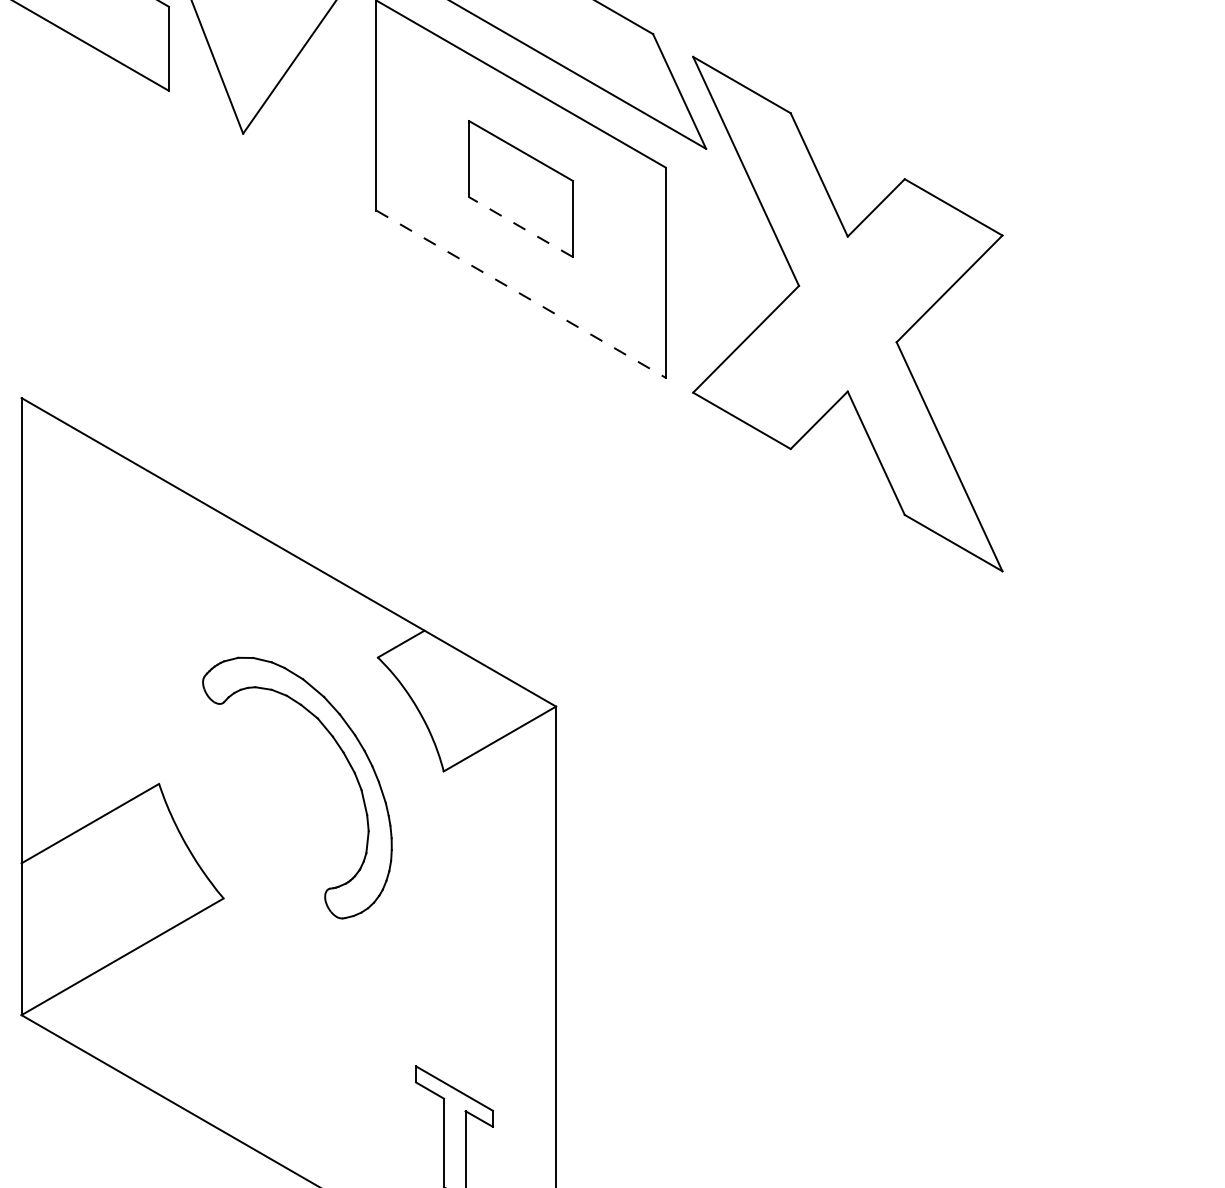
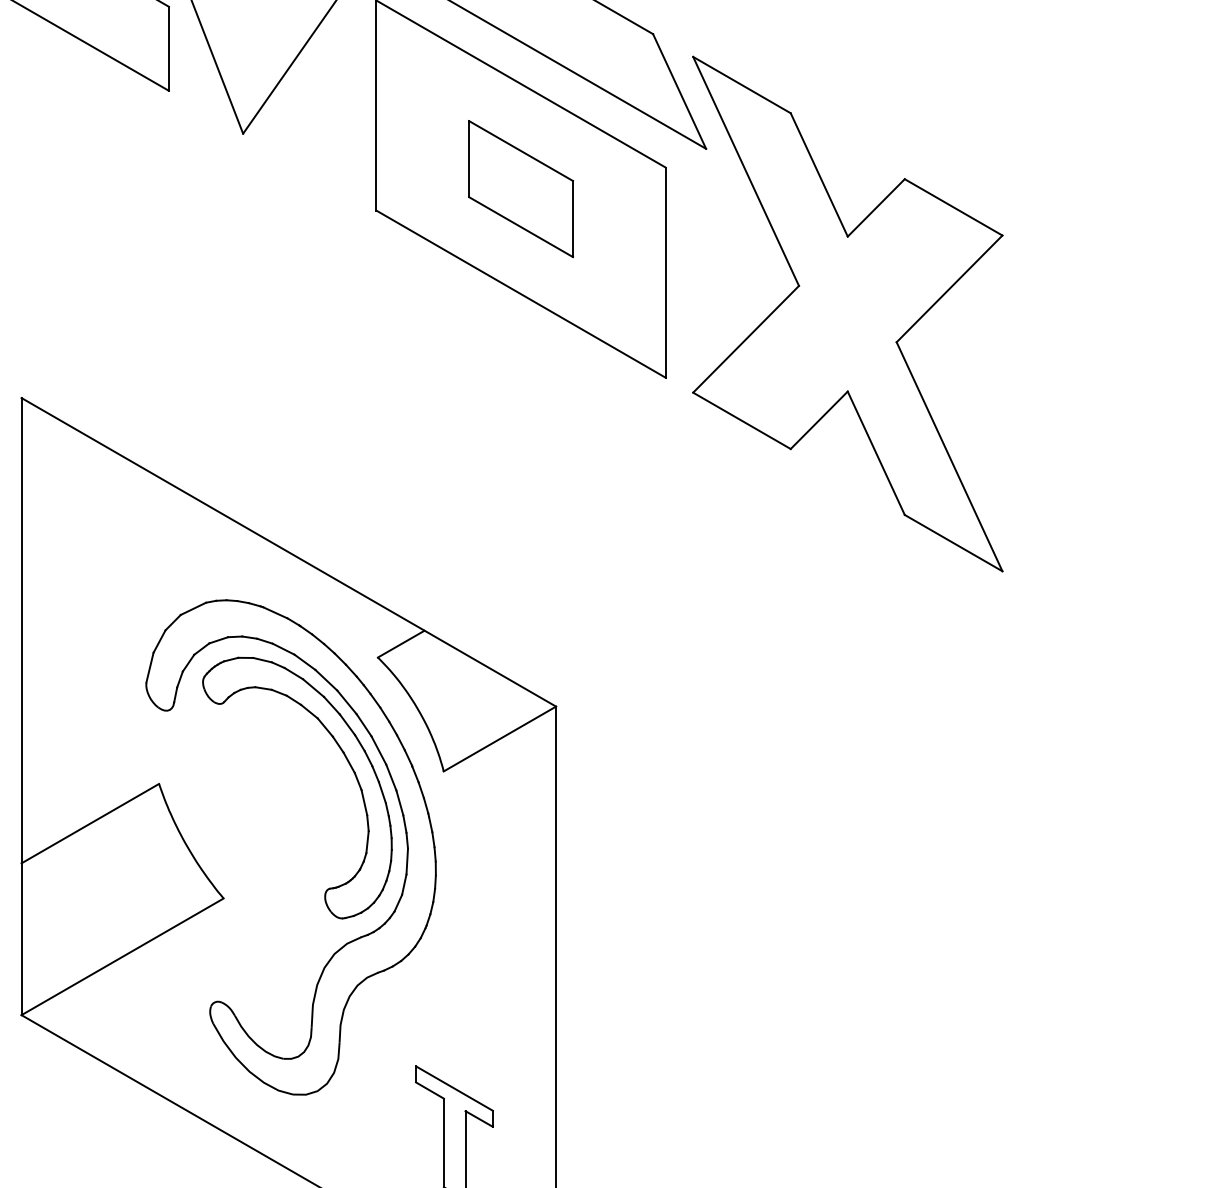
line at (521, 227): dashed -> solid
line at (521, 294): dashed -> solid
part at (345, 943): none -> present
